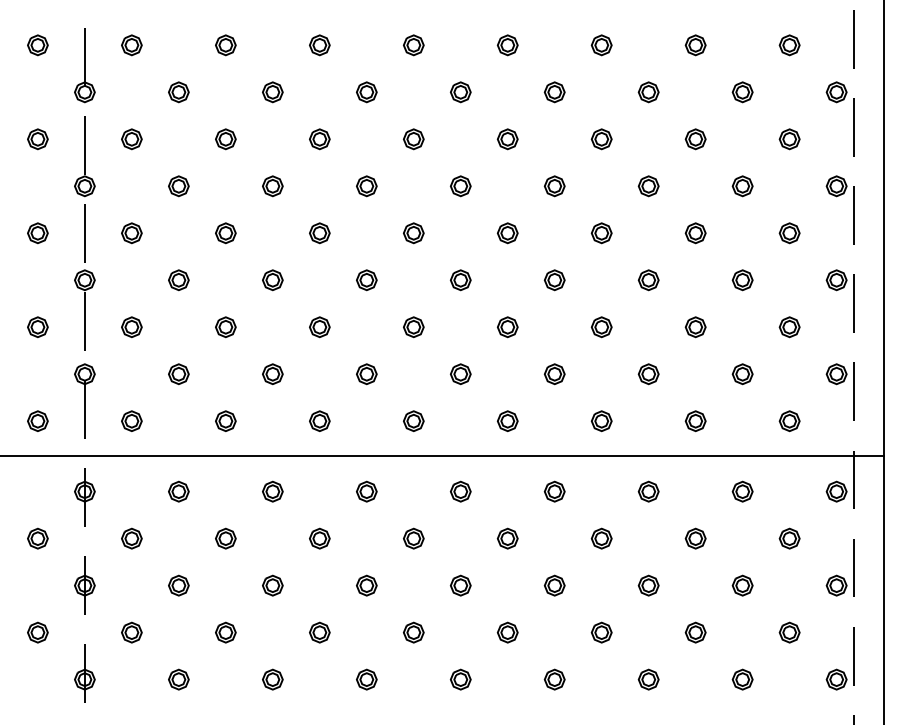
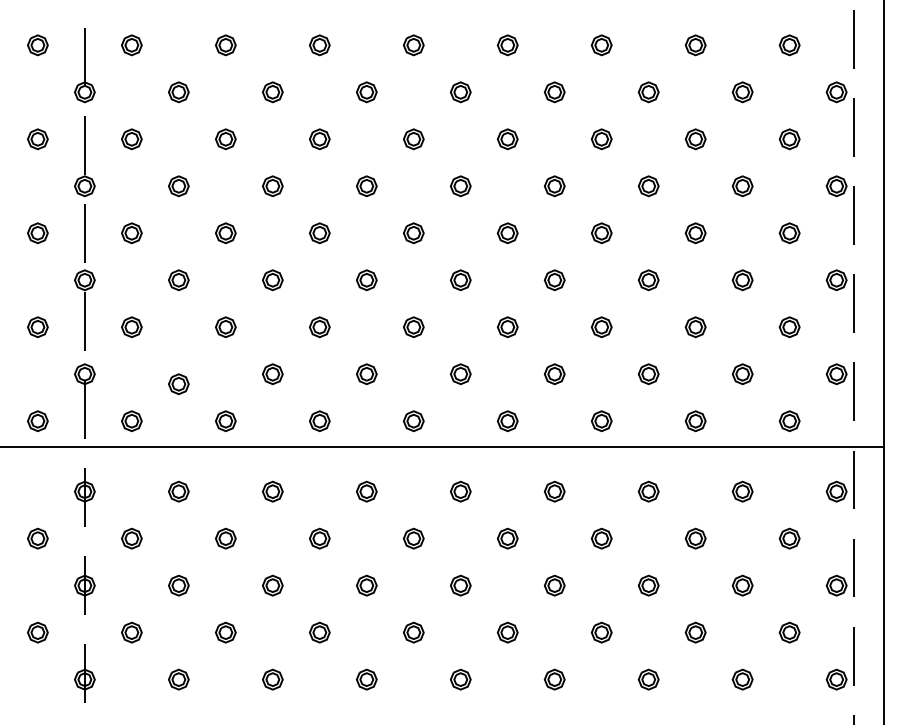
part at (178, 373) position: (178, 373) -> (178, 383)
line at (442, 456) position: (442, 456) -> (442, 447)
